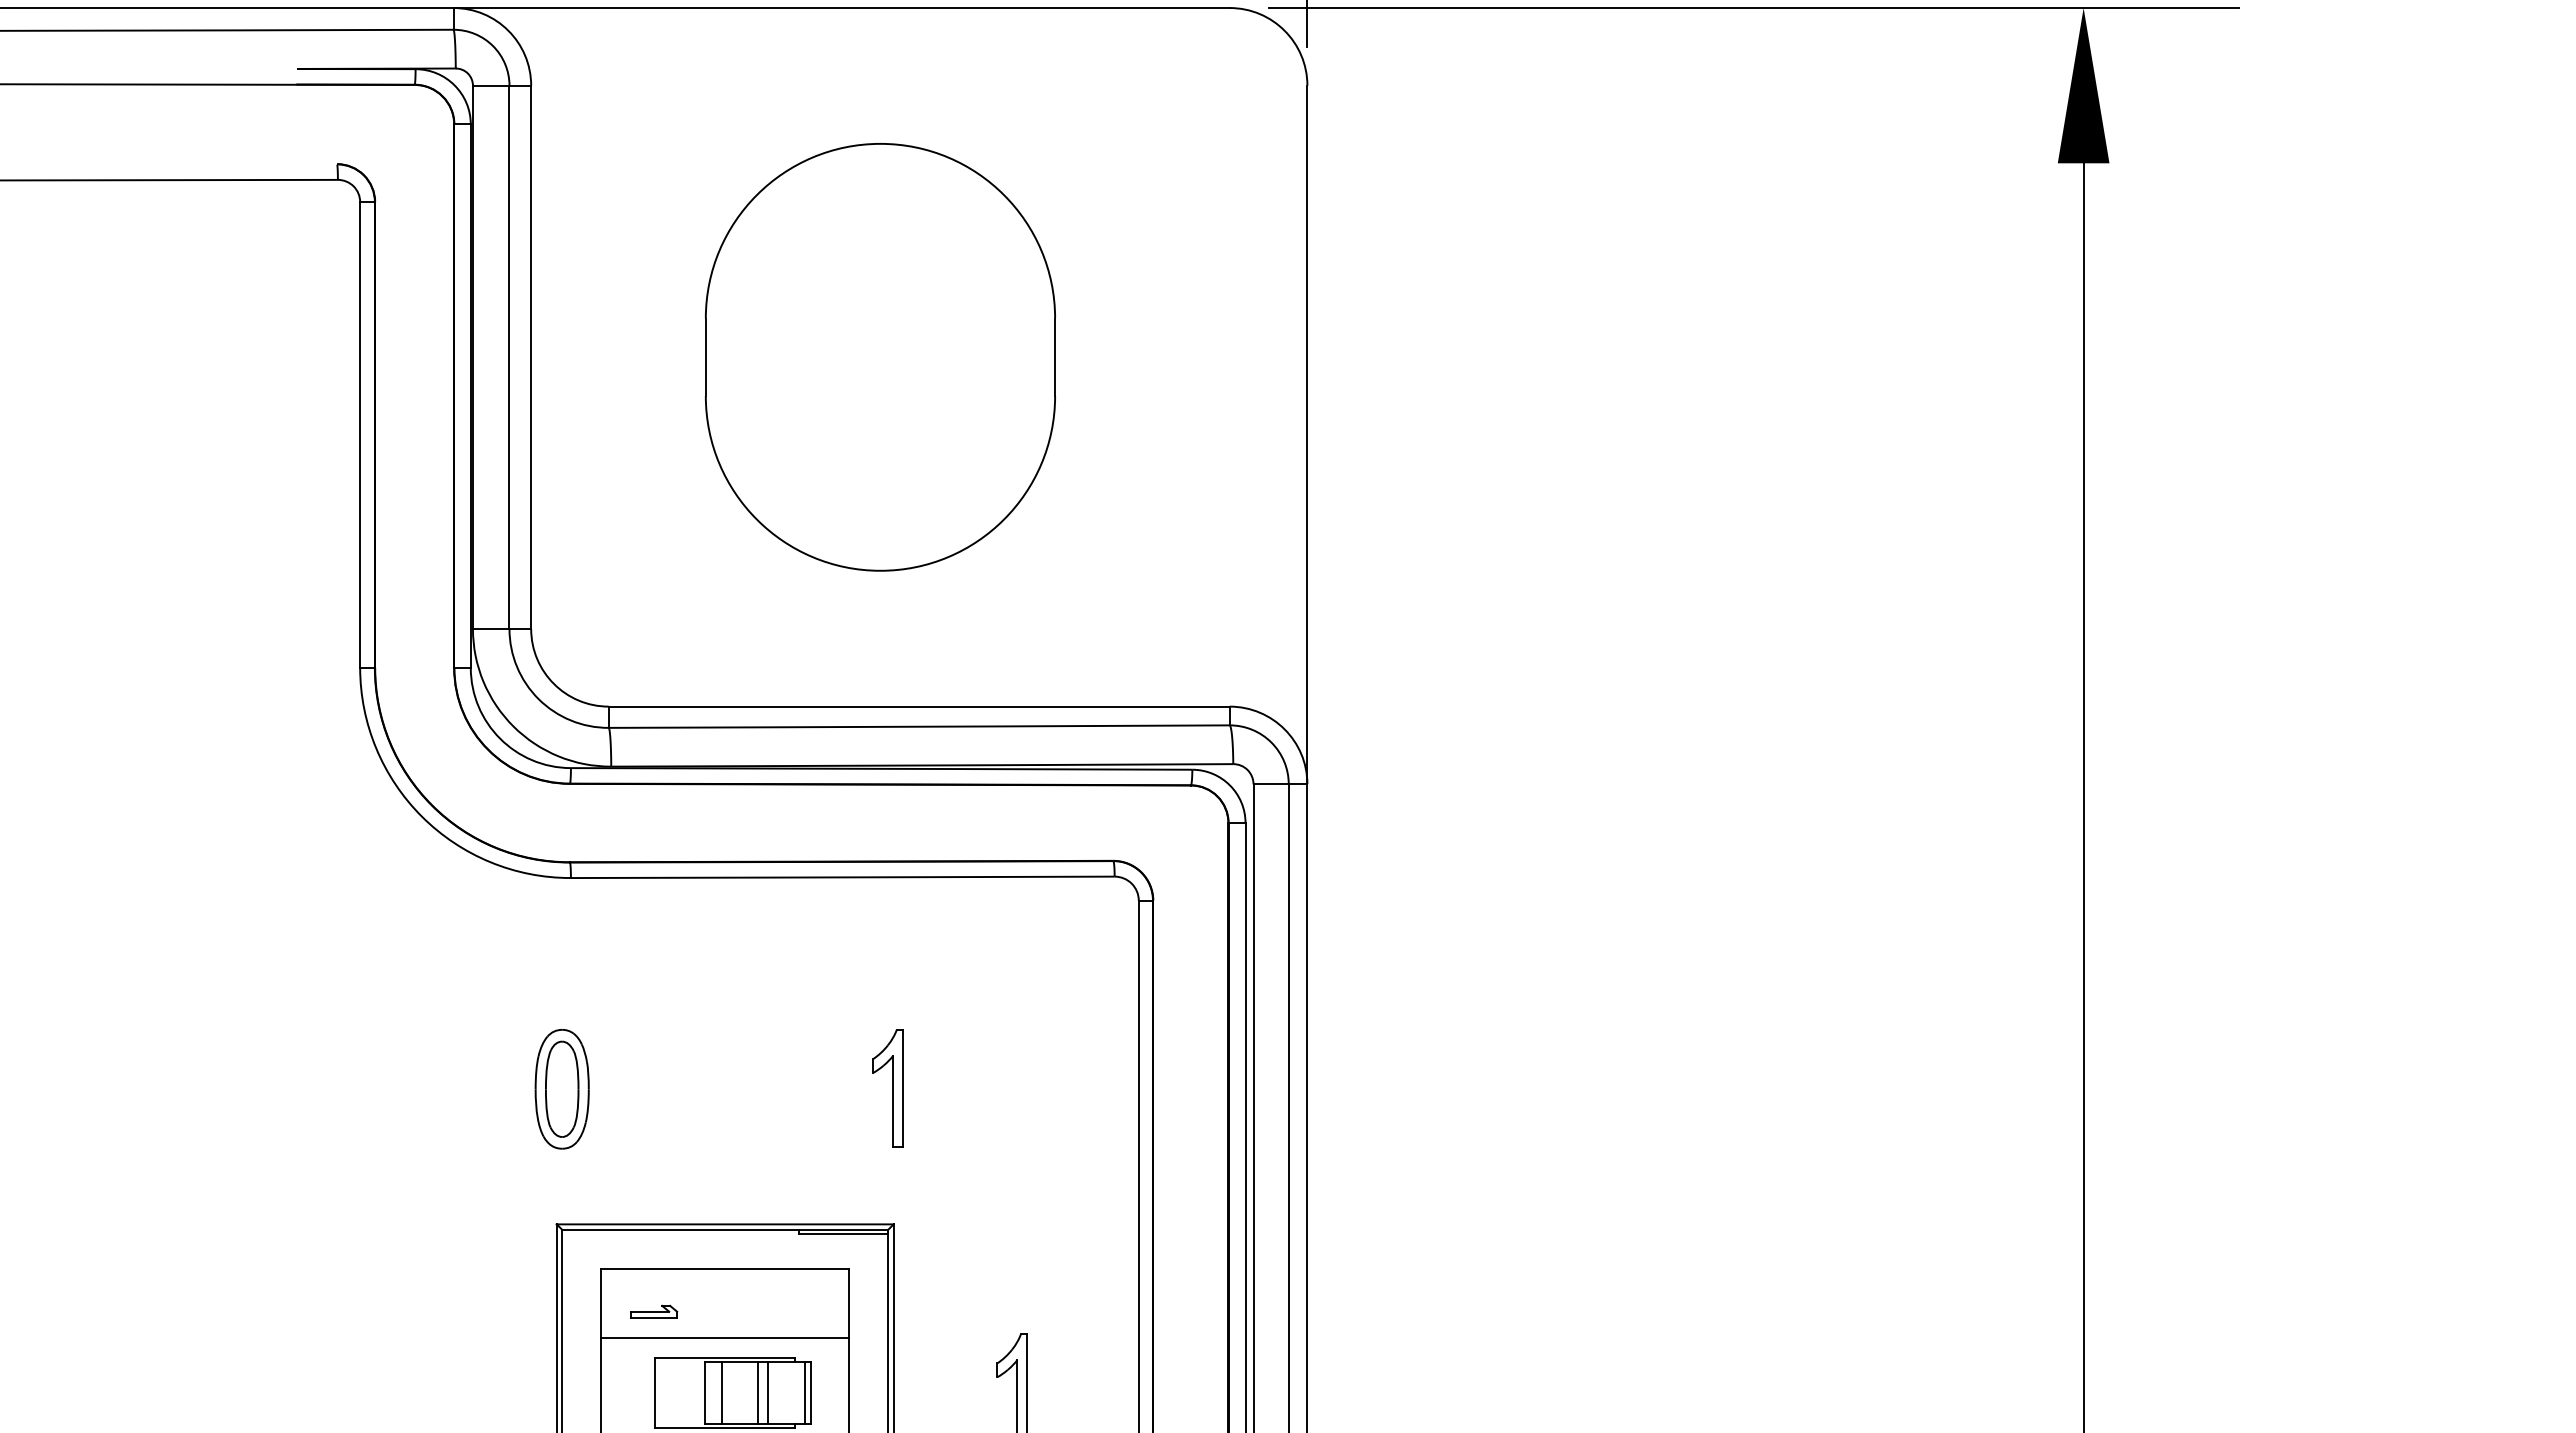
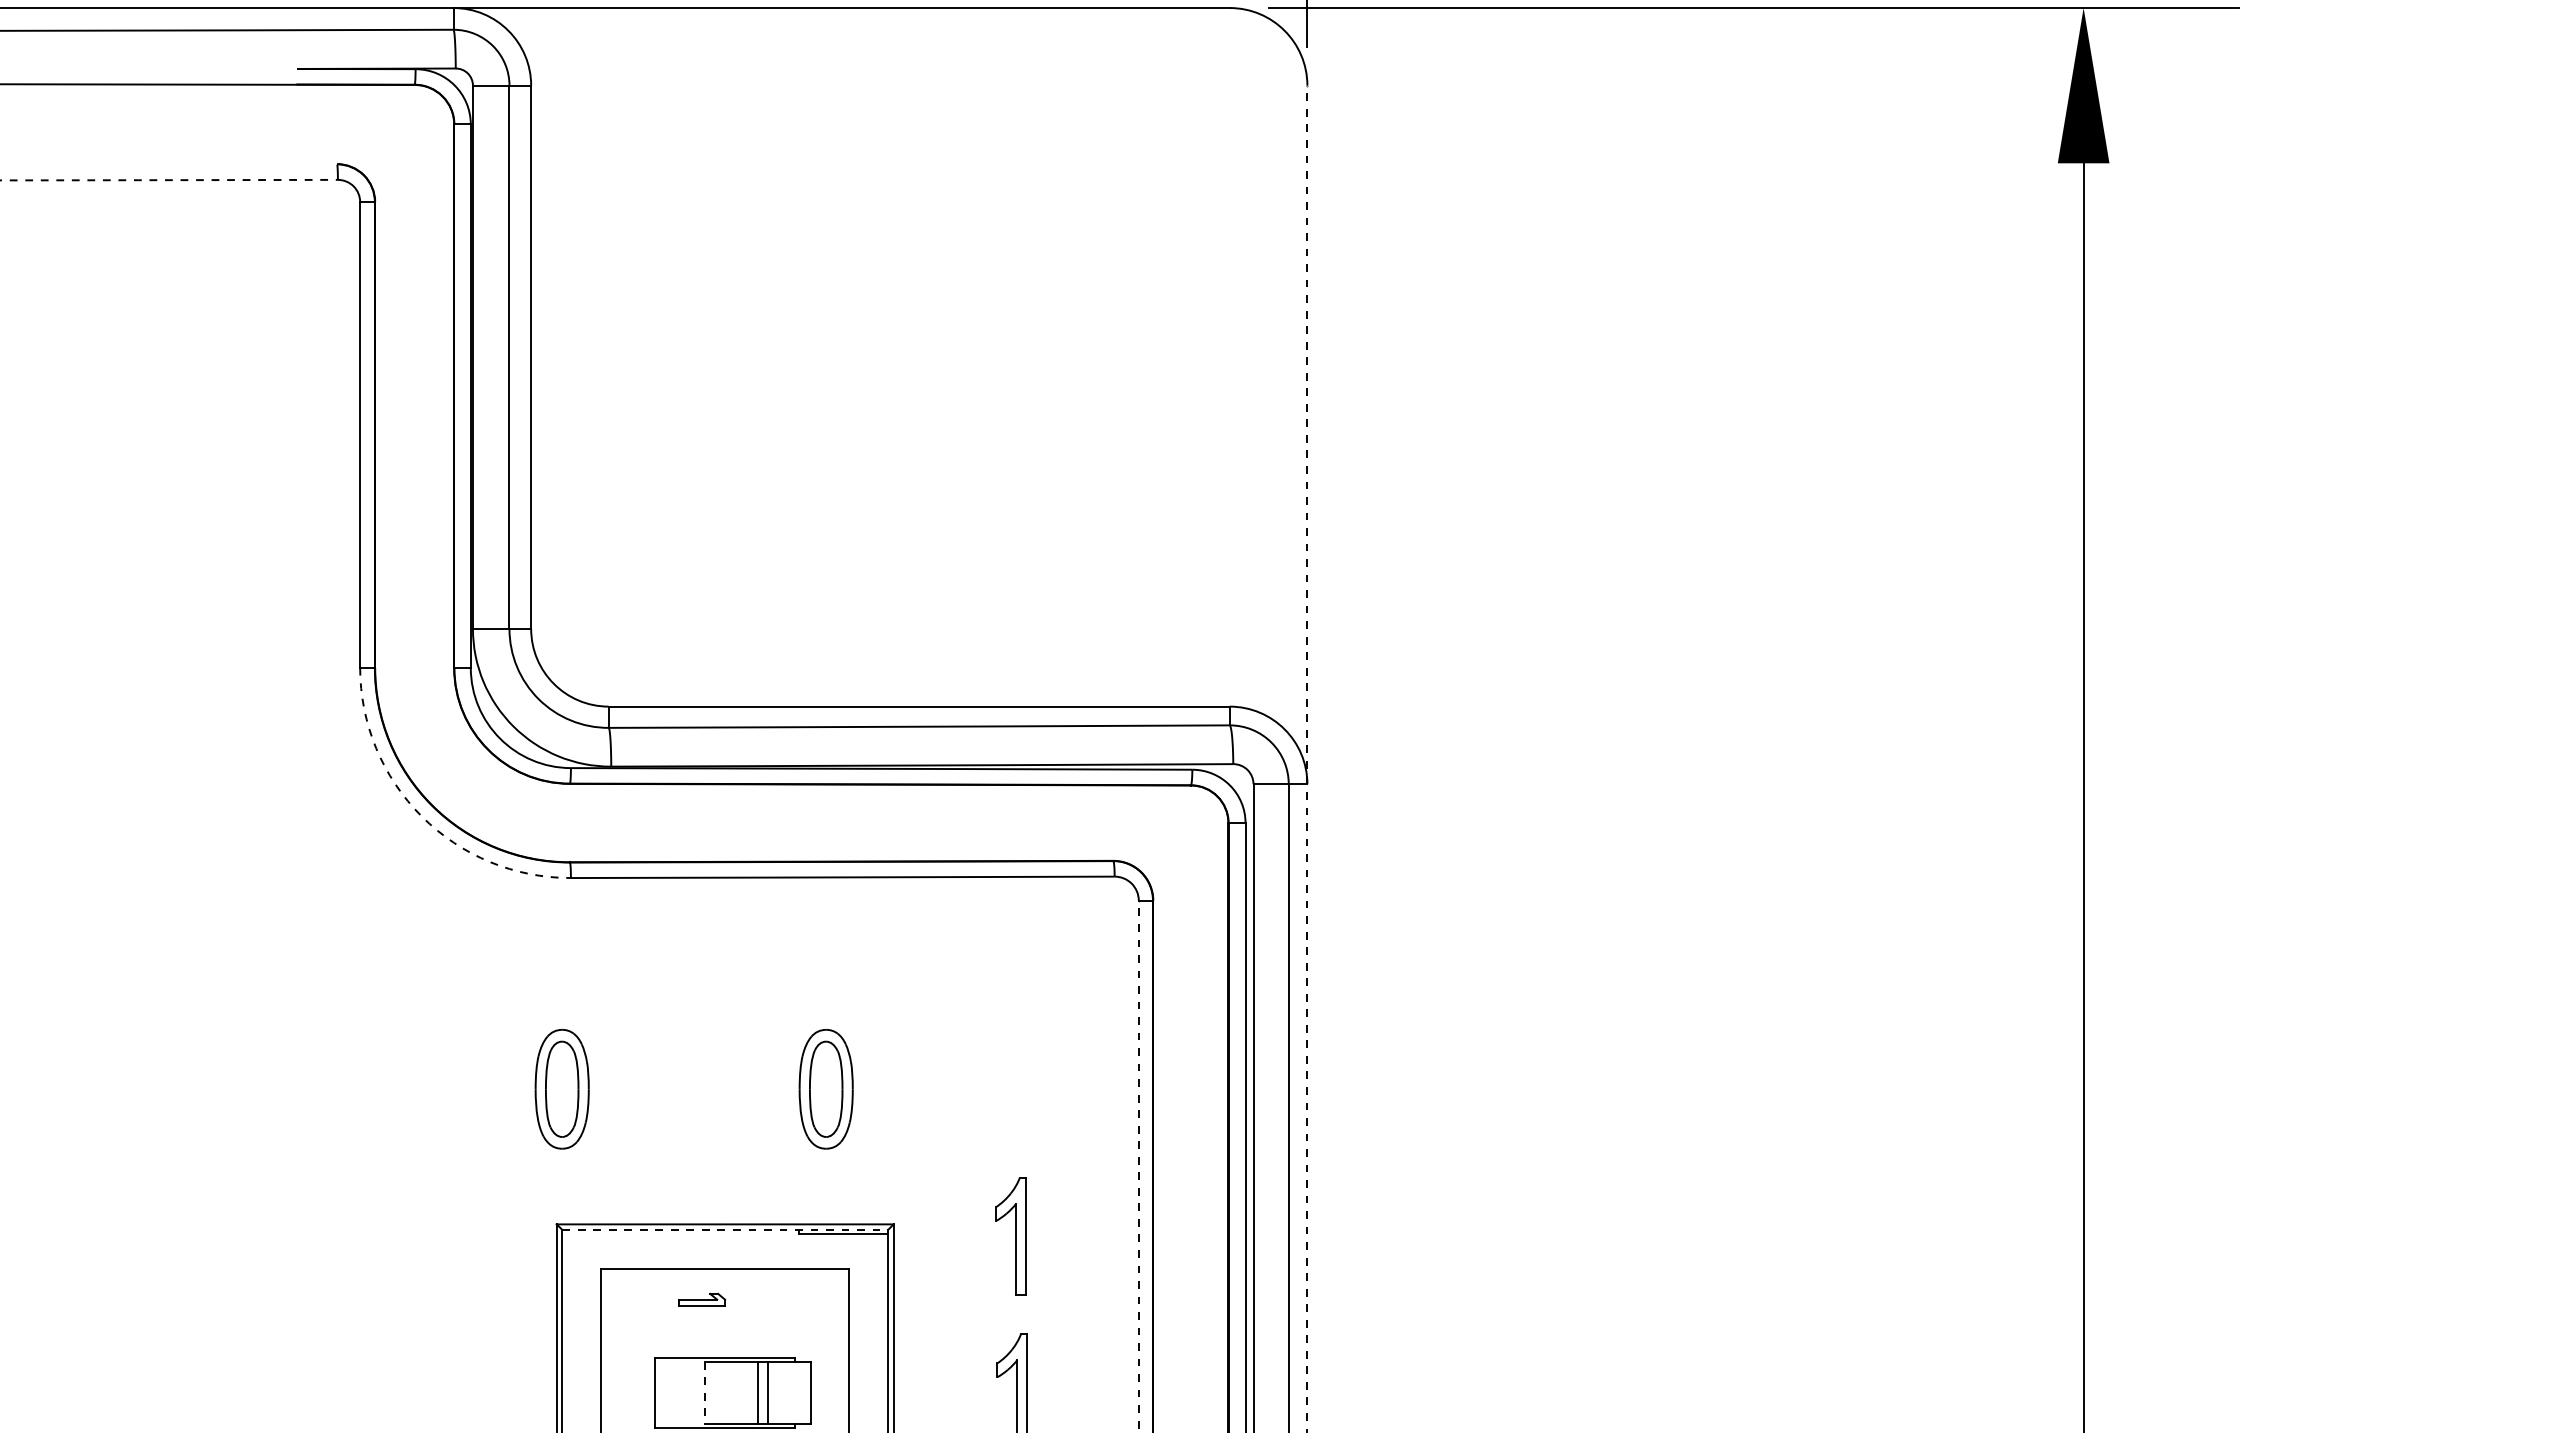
arc at (169, 180): solid -> dashed
part at (880, 357): present -> none
line at (1307, 758): solid -> dashed
arc at (421, 816): solid -> dashed
part at (887, 1088) position: (887, 1088) -> (1010, 1236)
part at (825, 1089): none -> present
line at (1138, 1166): solid -> dashed
line at (725, 1229): solid -> dashed
part at (654, 1311) position: (654, 1311) -> (702, 1299)
line at (725, 1338): present -> none
line at (721, 1392): present -> none
line at (805, 1392): present -> none
line at (704, 1393): solid -> dashed
